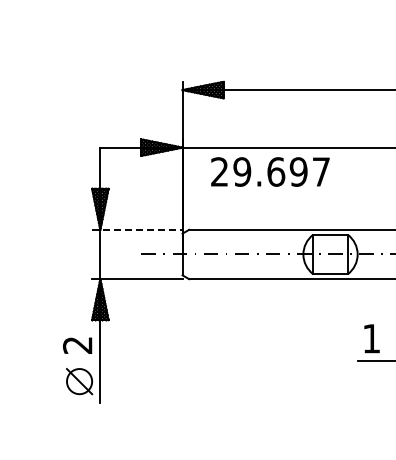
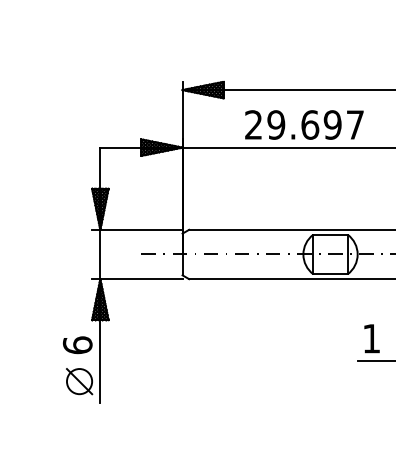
text at (270, 171) position: (270, 171) -> (304, 124)
line at (137, 229): dashed -> solid
text at (77, 345): 2 -> 6
